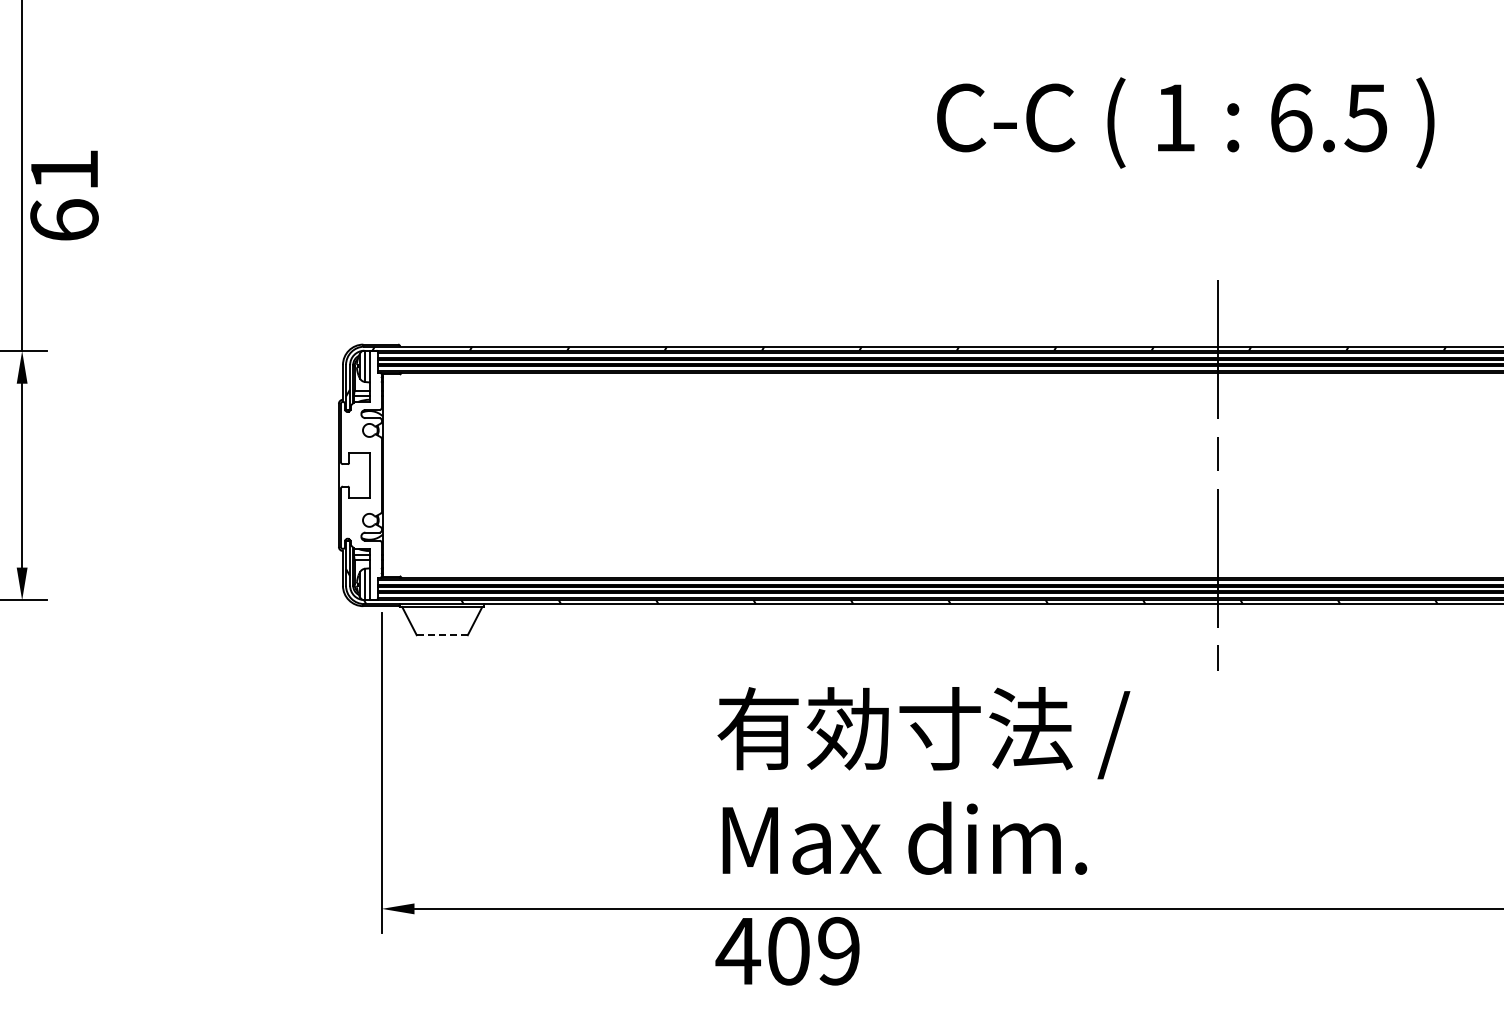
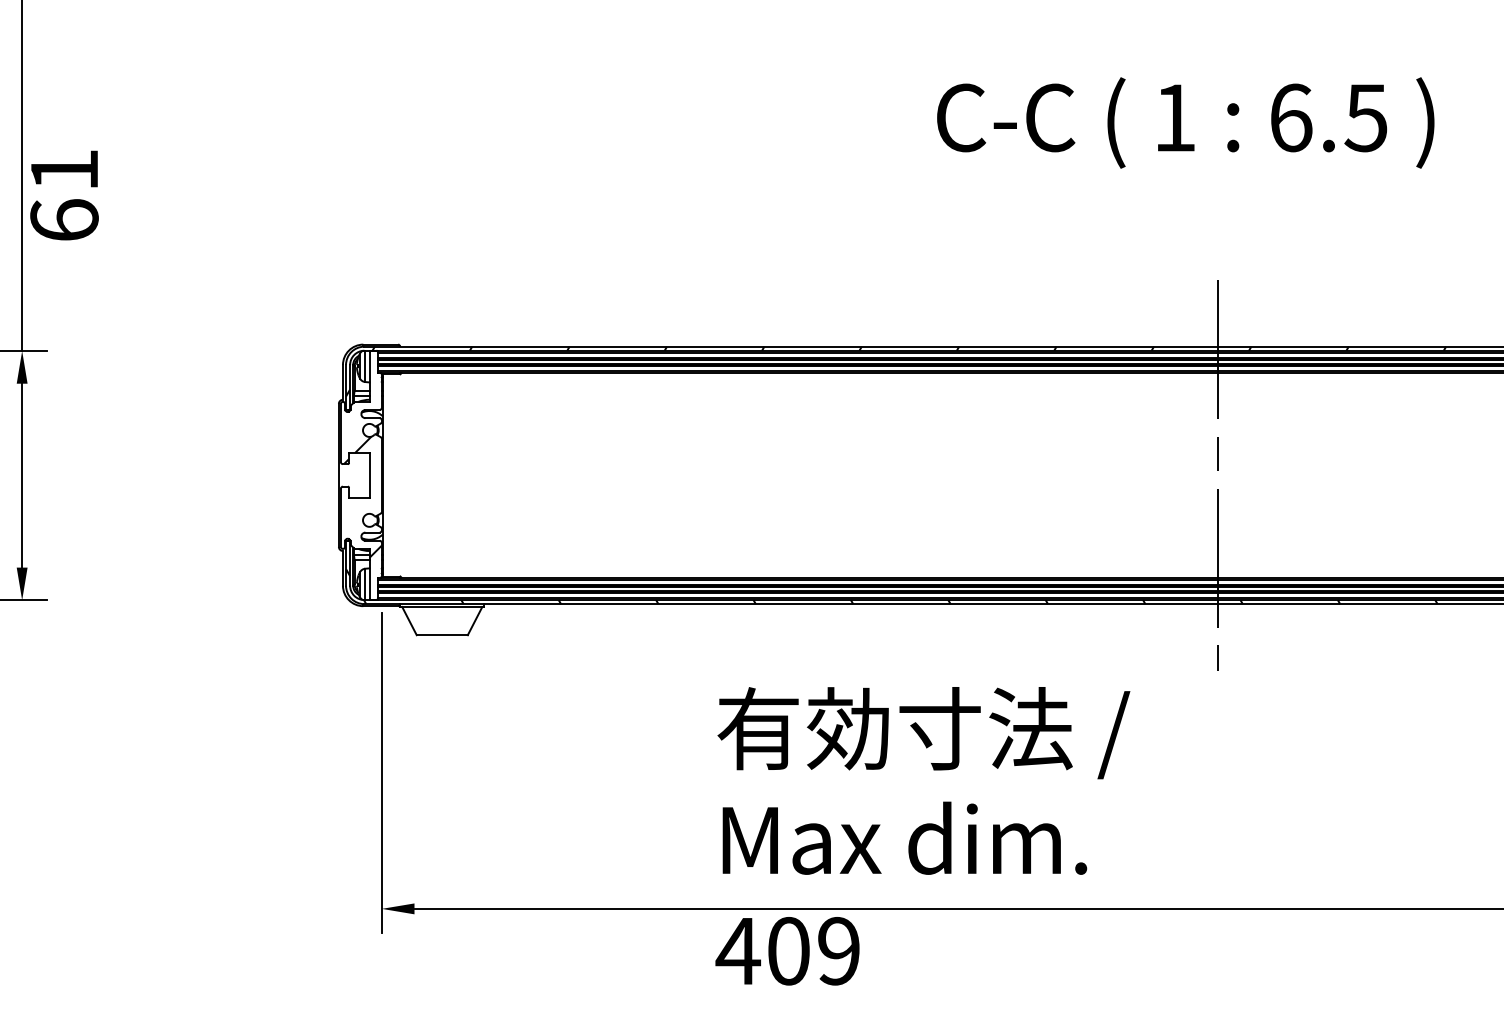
hatch at (362, 495): none -> present
line at (442, 635): dashed -> solid
